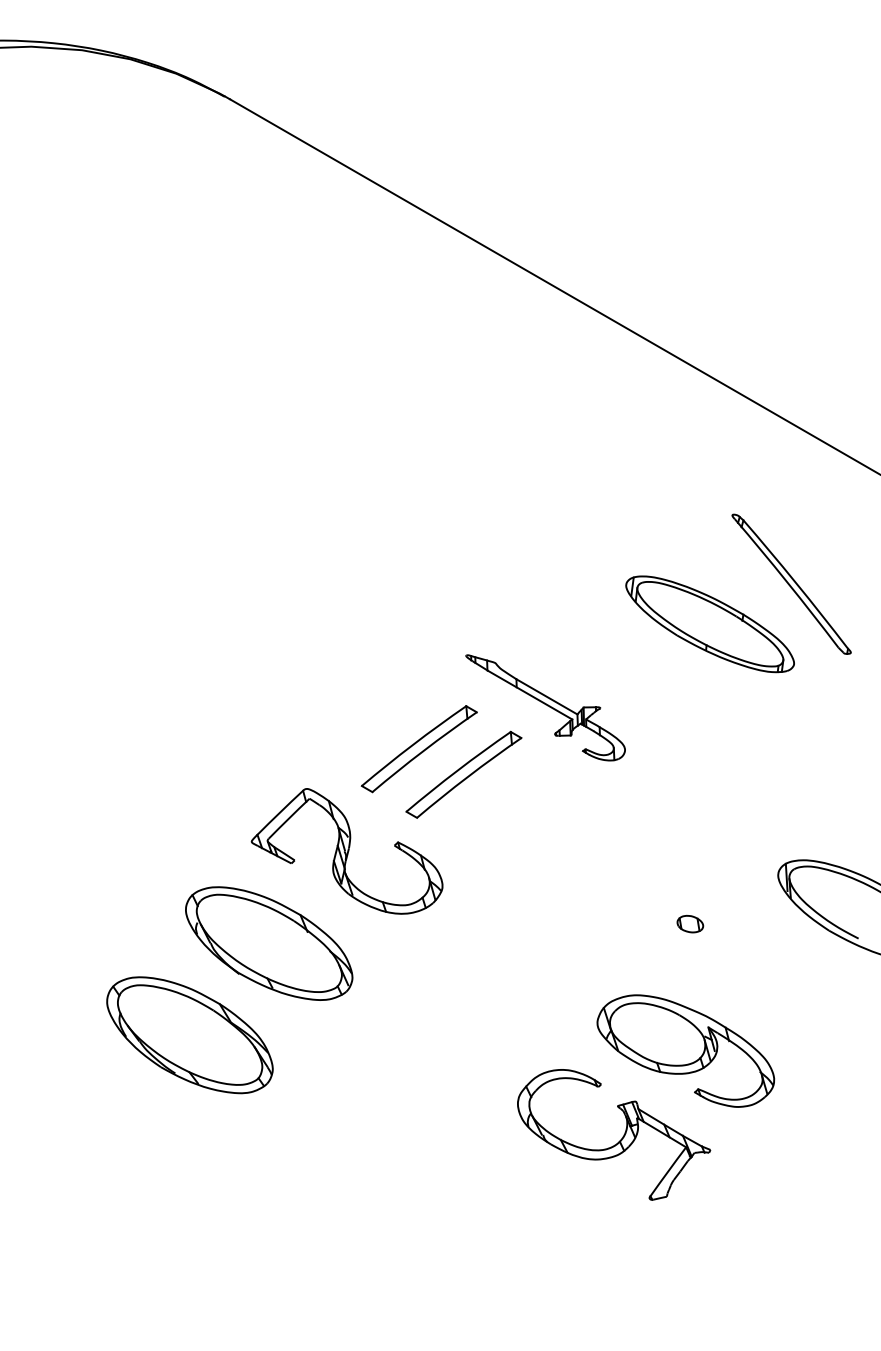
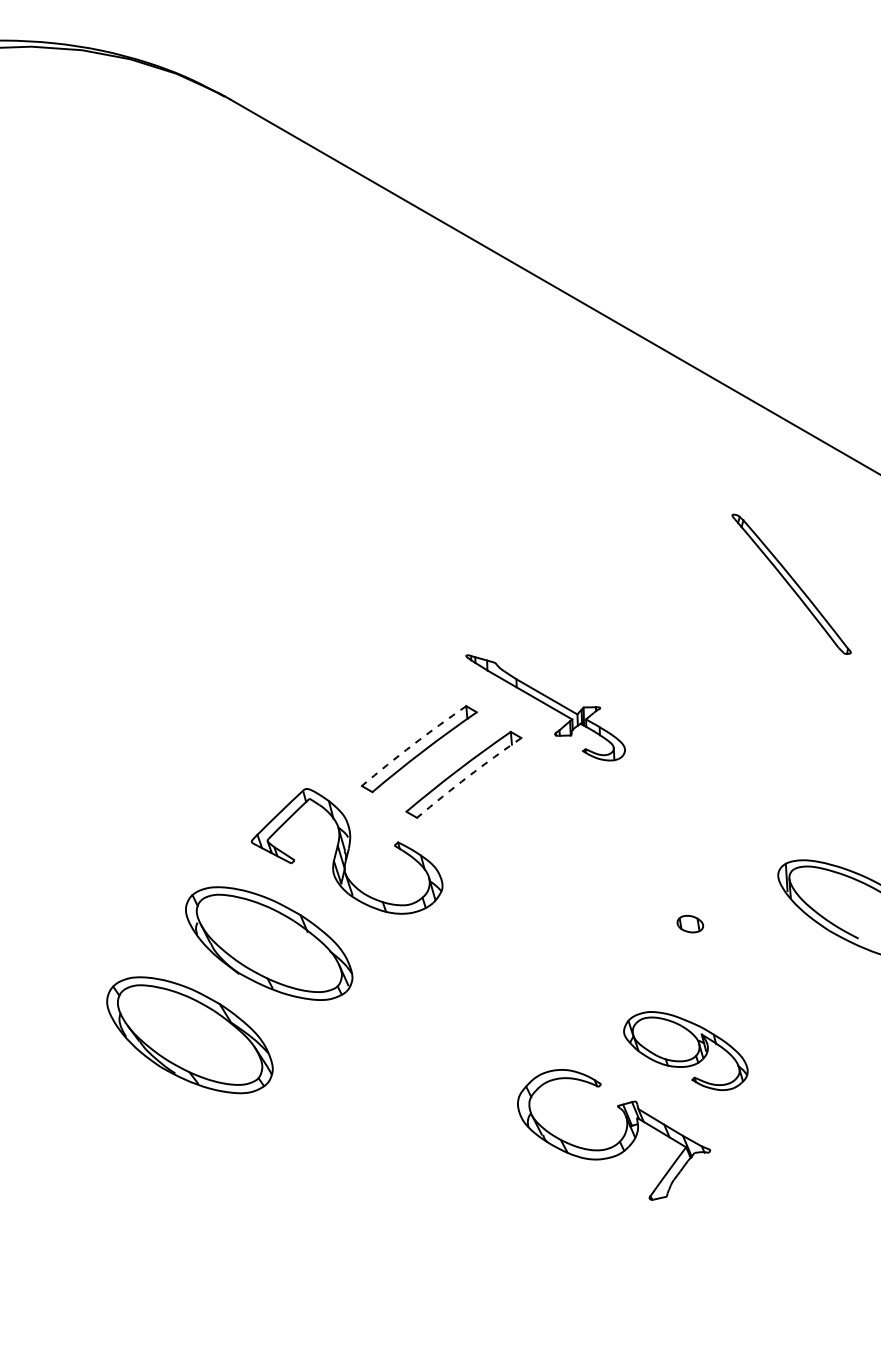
part at (709, 624): present -> none
arc at (413, 744): solid -> dashed
arc at (468, 776): solid -> dashed
part at (685, 1050) size: 180x114 px -> 126x81 px
